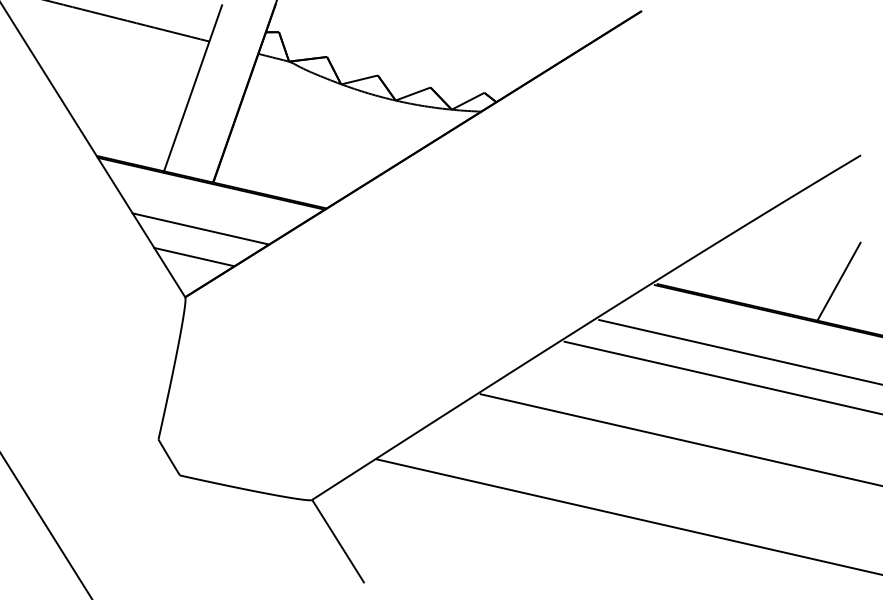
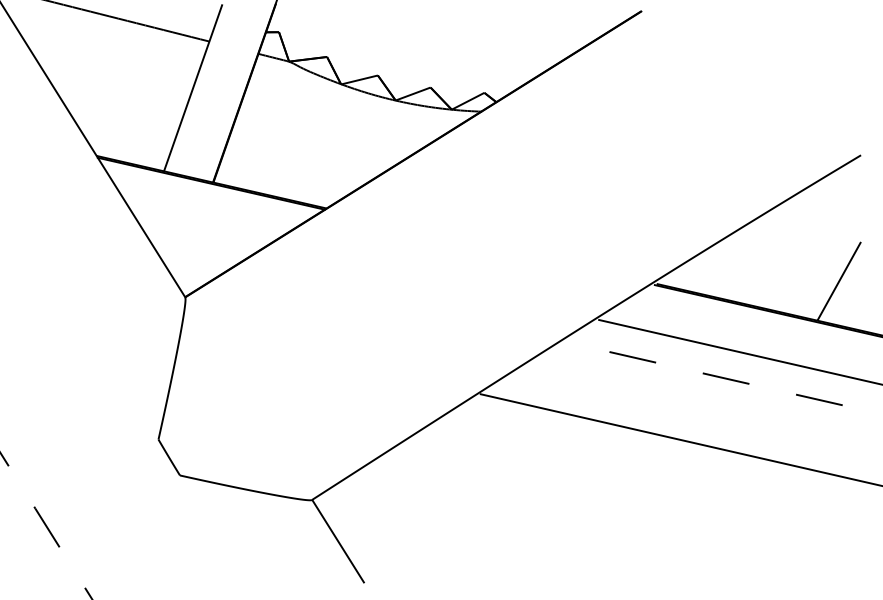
line at (200, 228): present -> none
line at (194, 256): present -> none
line at (722, 377): solid -> dashed
line at (627, 516): present -> none
line at (46, 525): solid -> dashed
